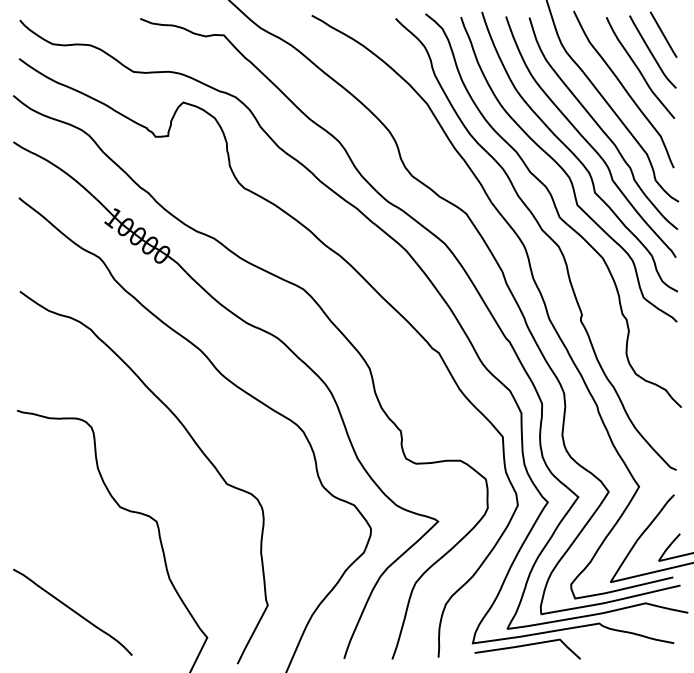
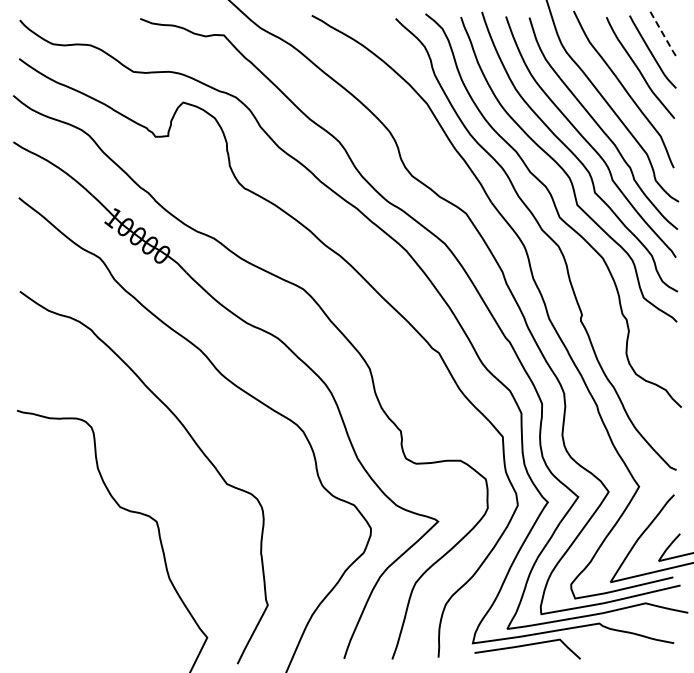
line at (664, 36): solid -> dashed
curve at (72, 611): present -> none
